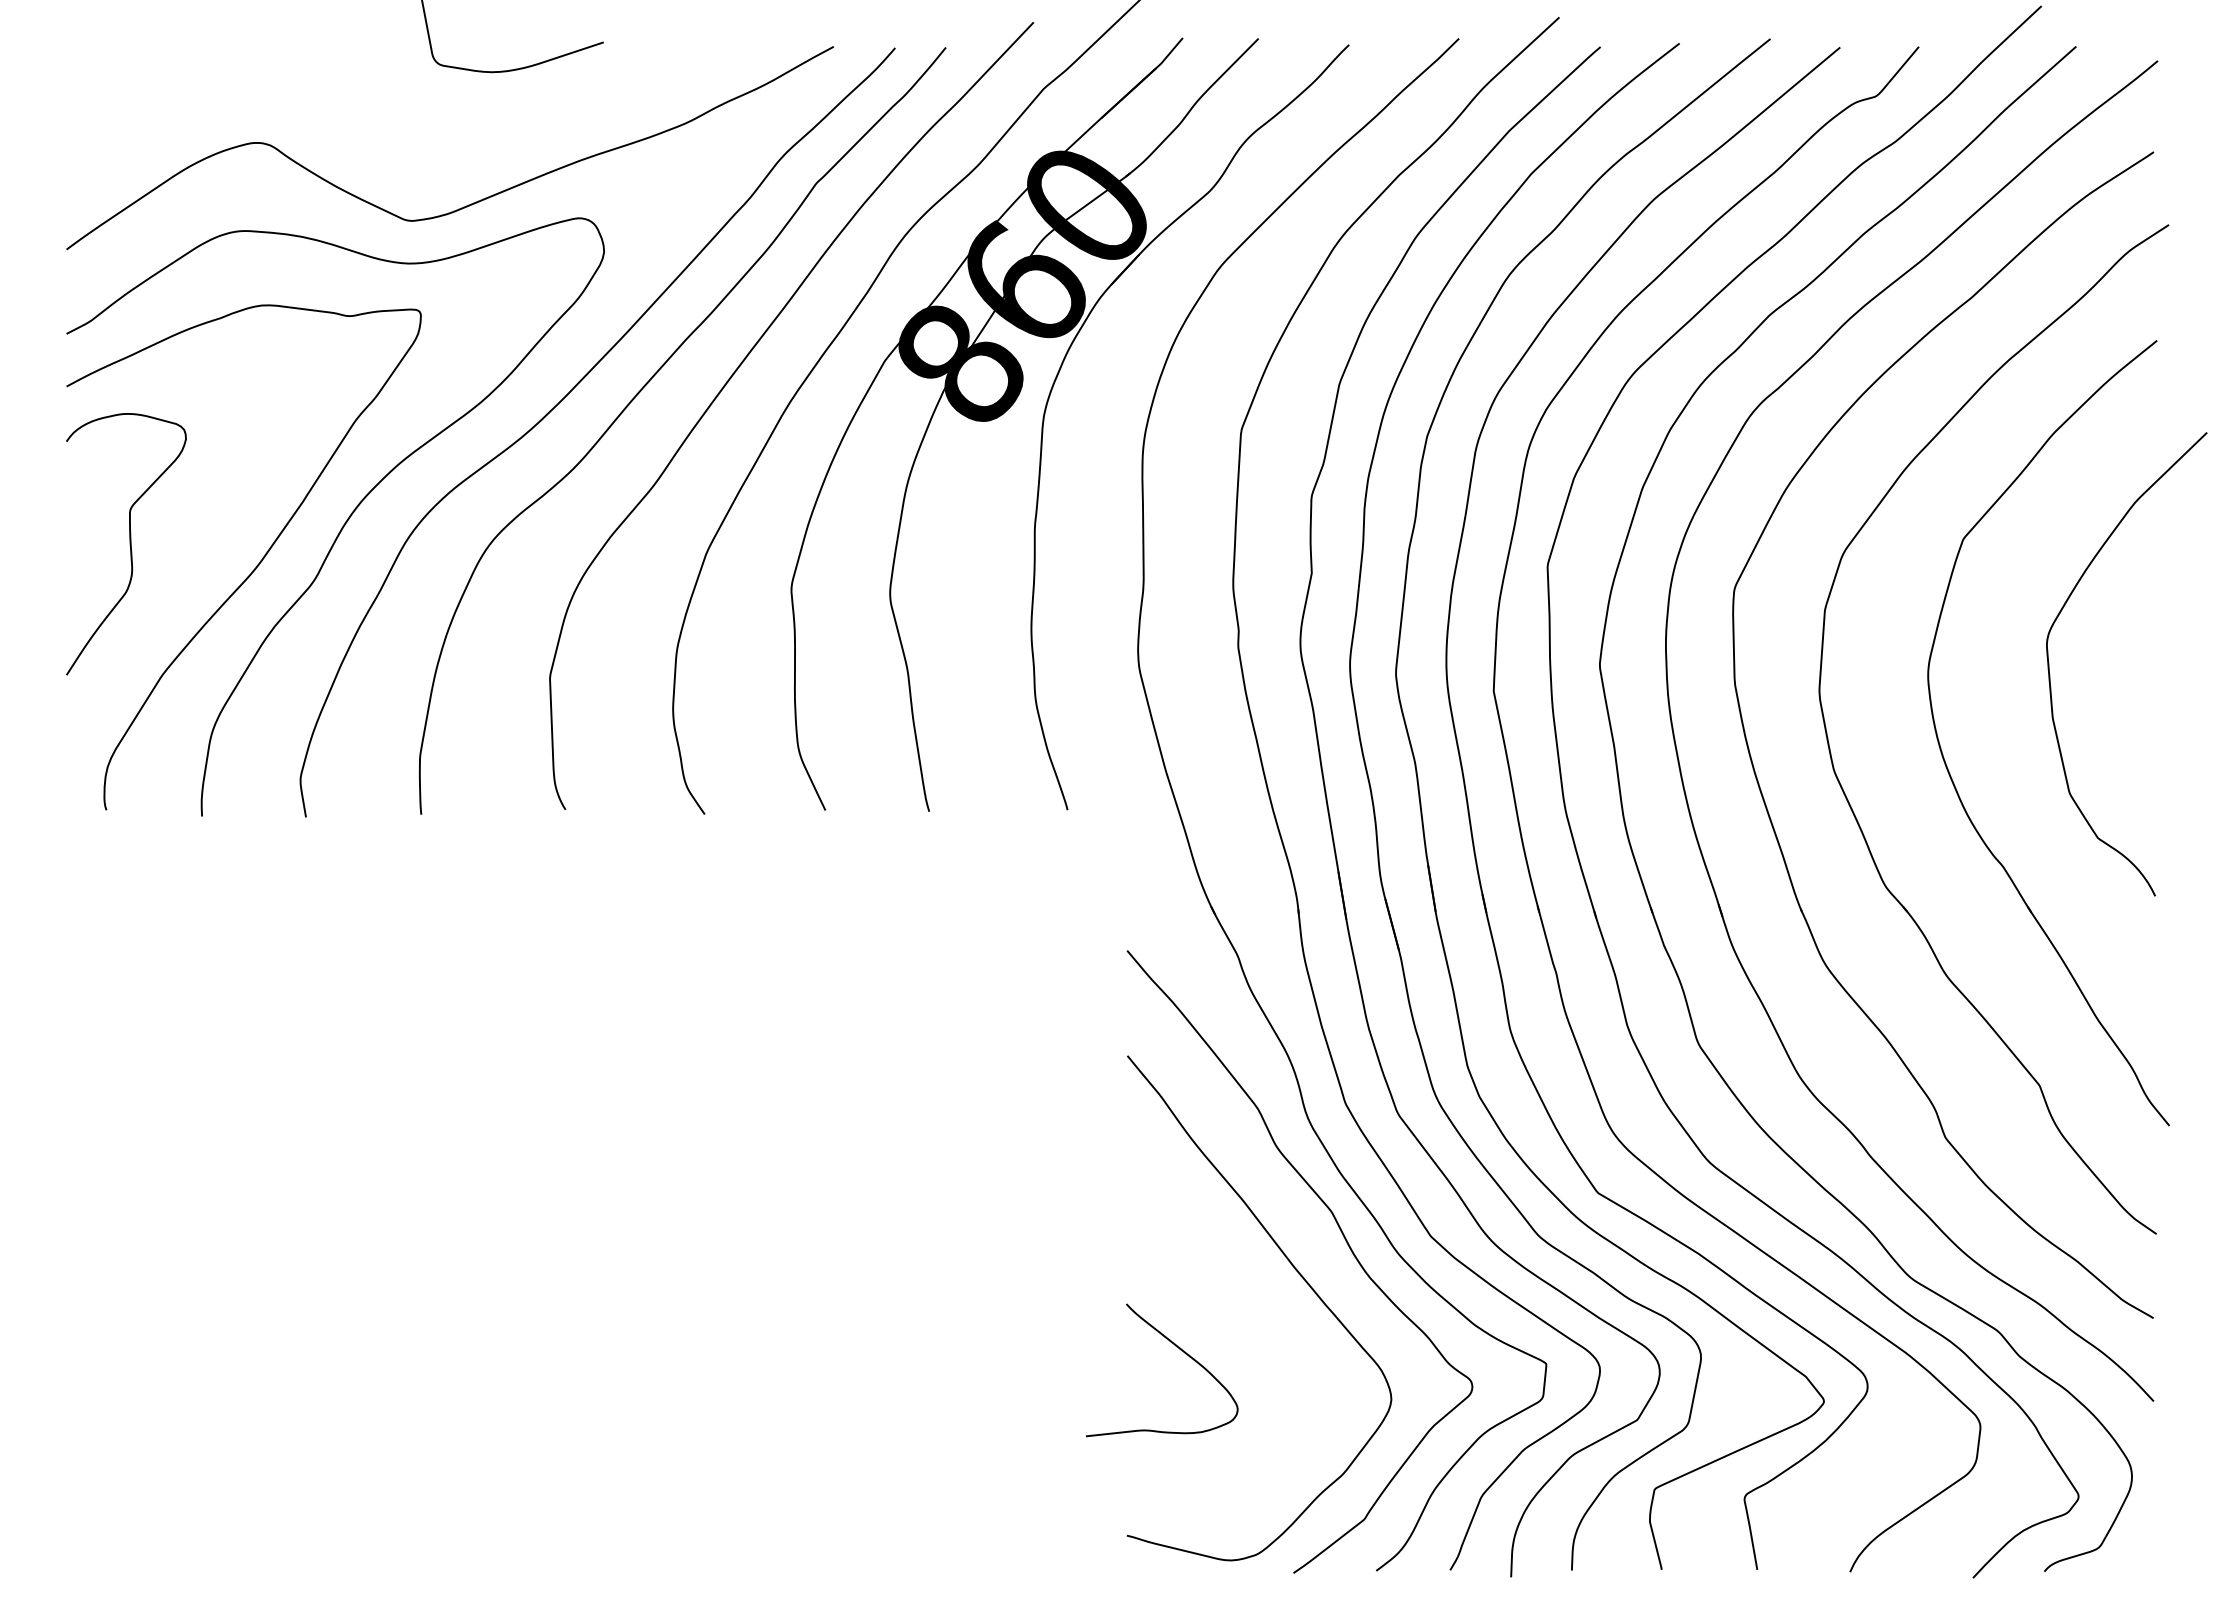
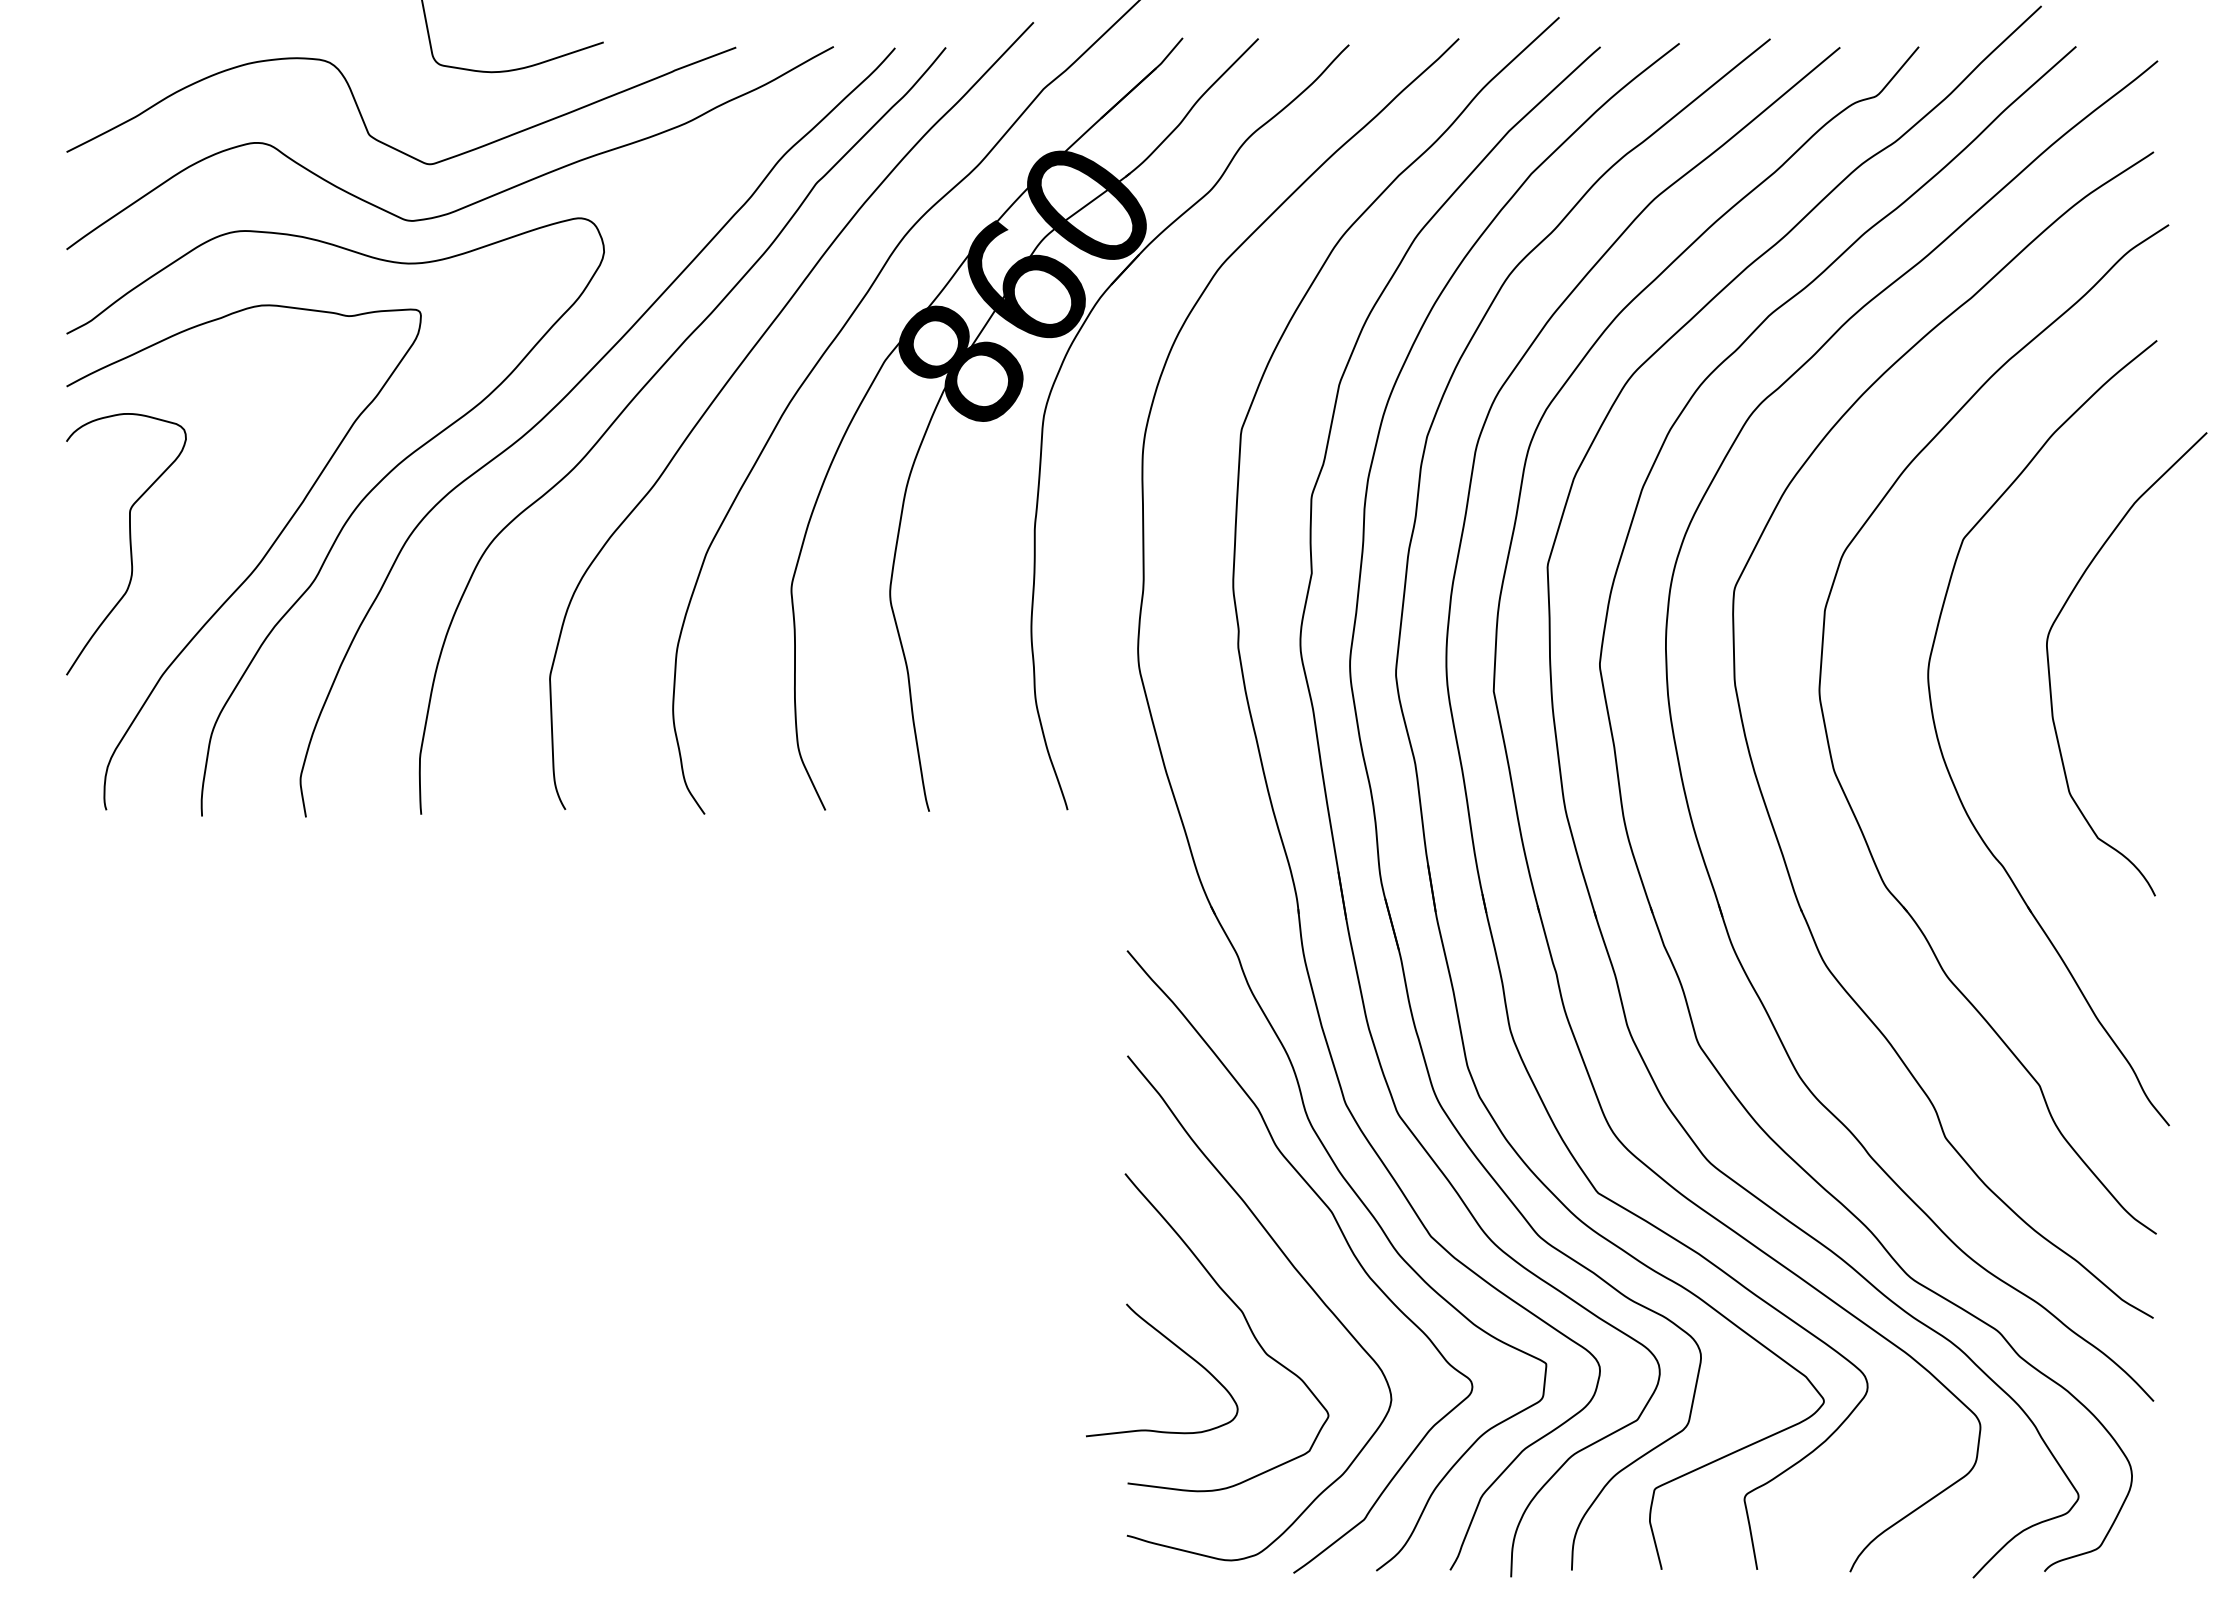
curve at (364, 120): none -> present
curve at (1246, 1323): none -> present
